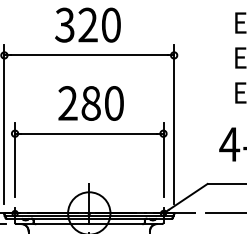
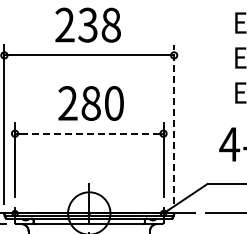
text at (87, 24): 320 -> 238
line at (174, 124): solid -> dashed
line at (89, 133): solid -> dashed
